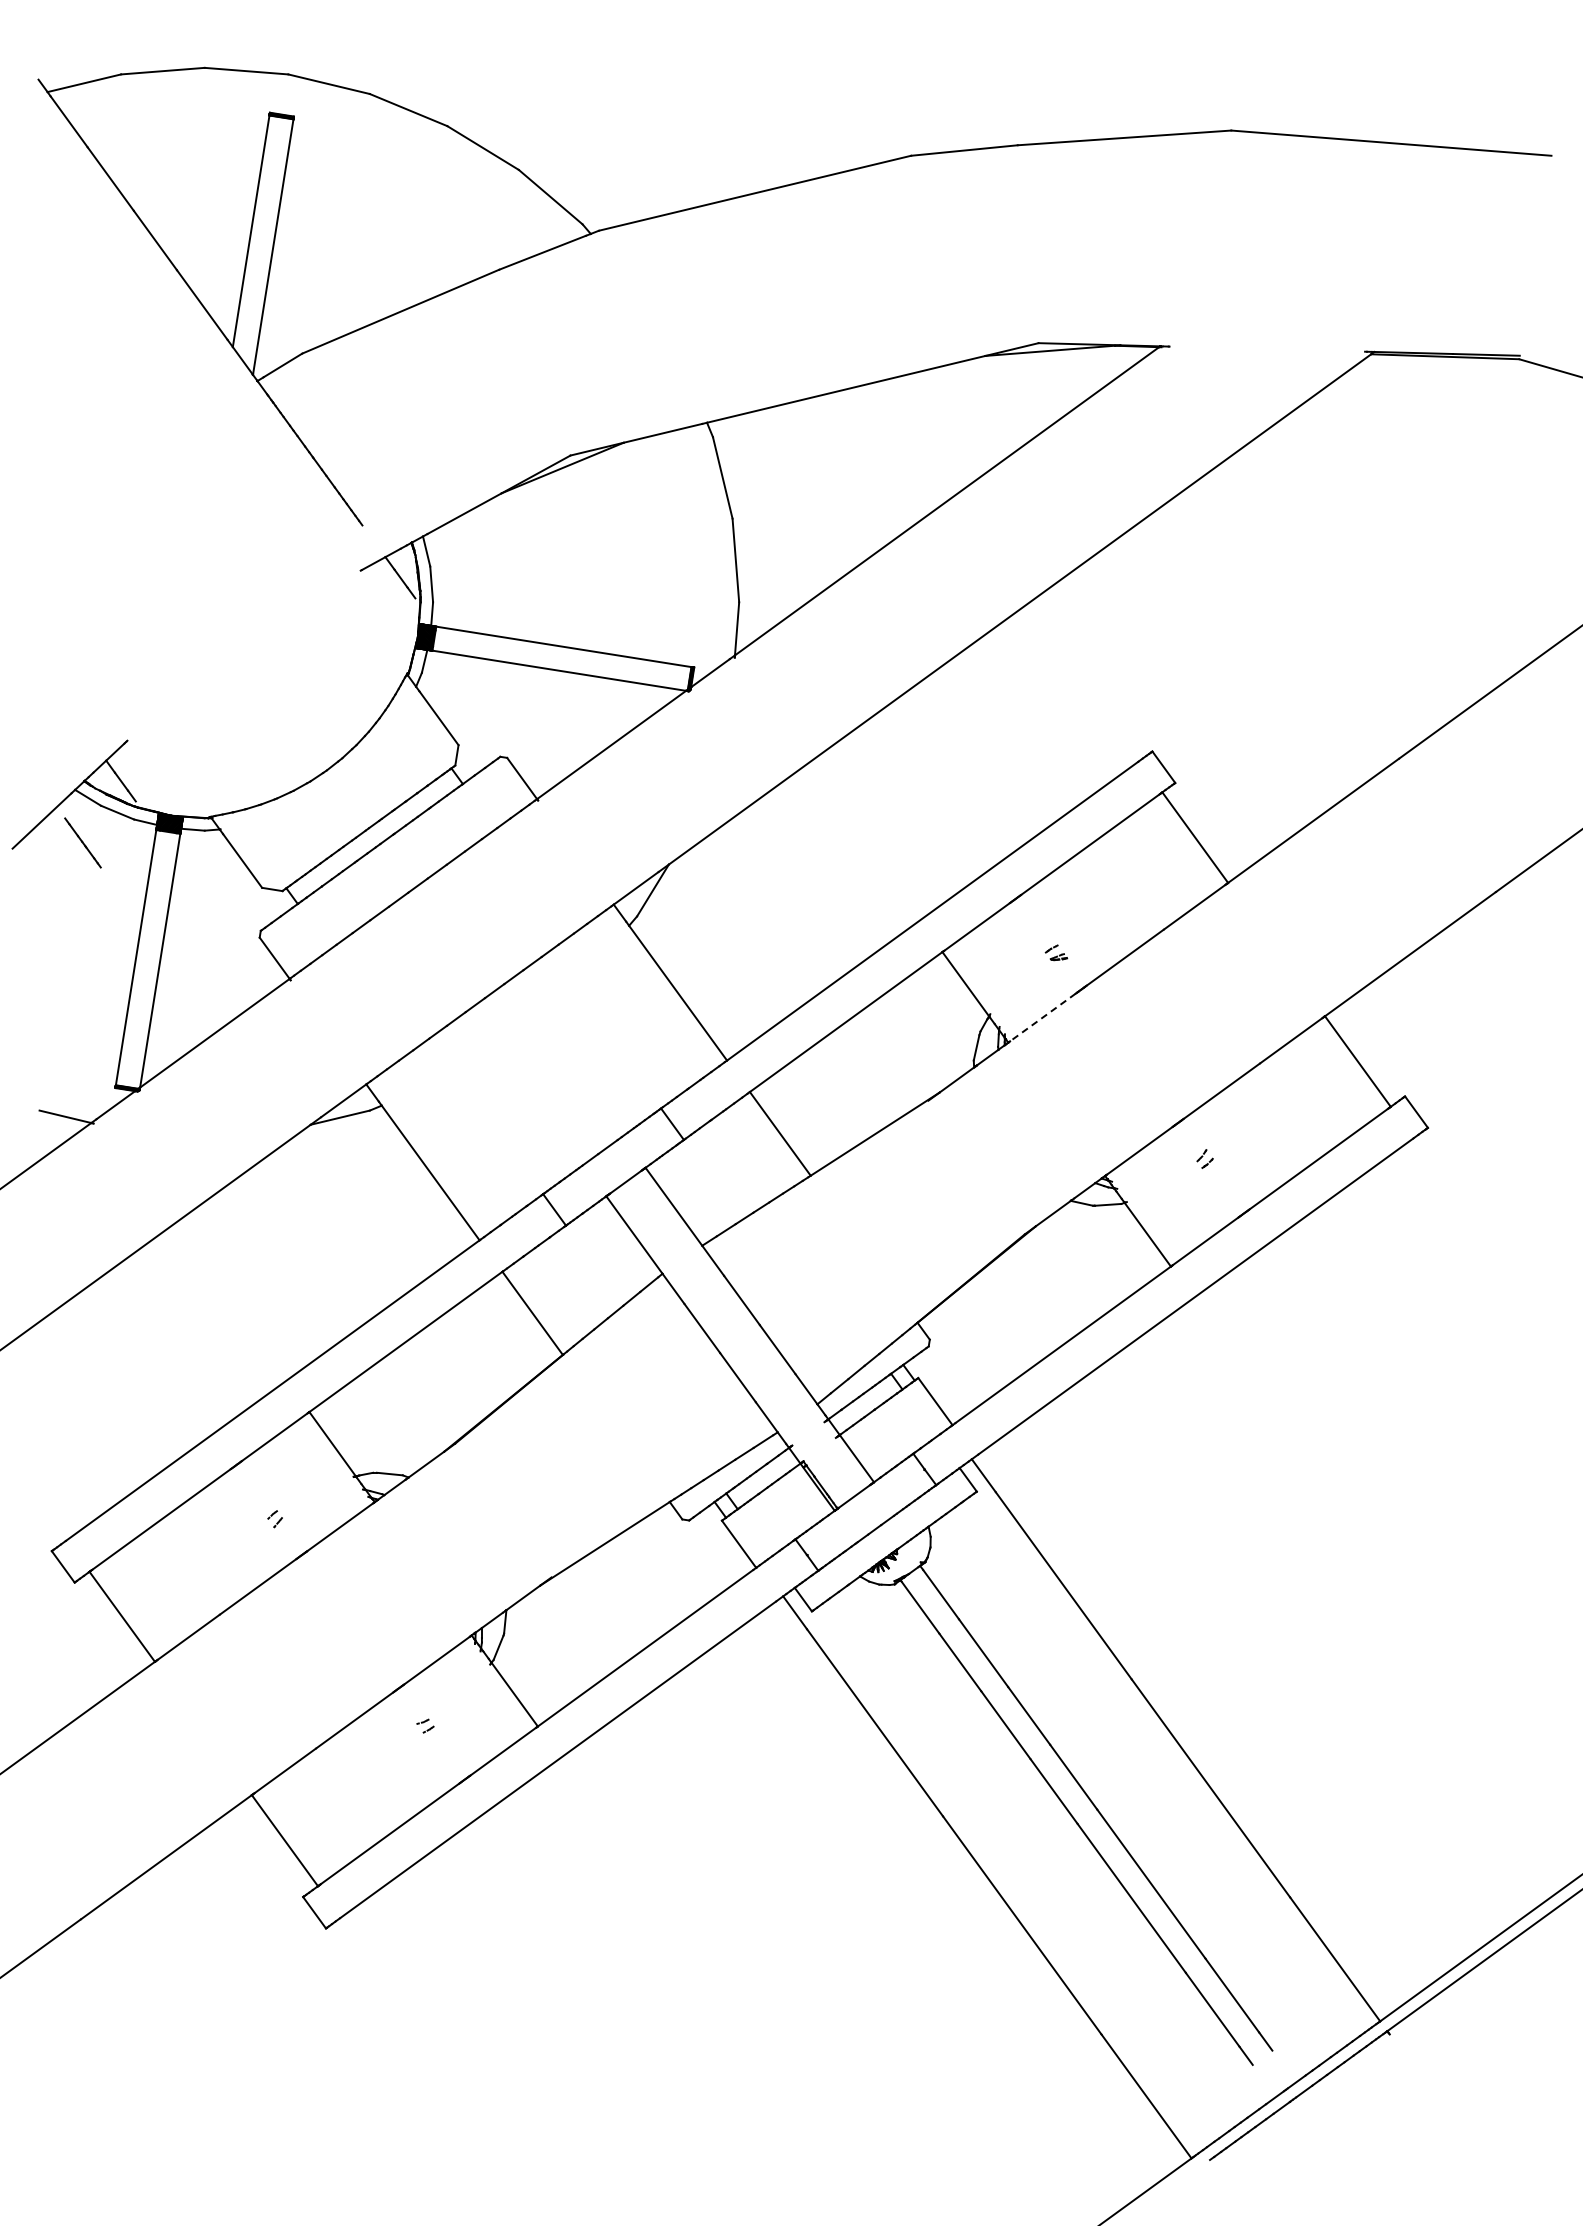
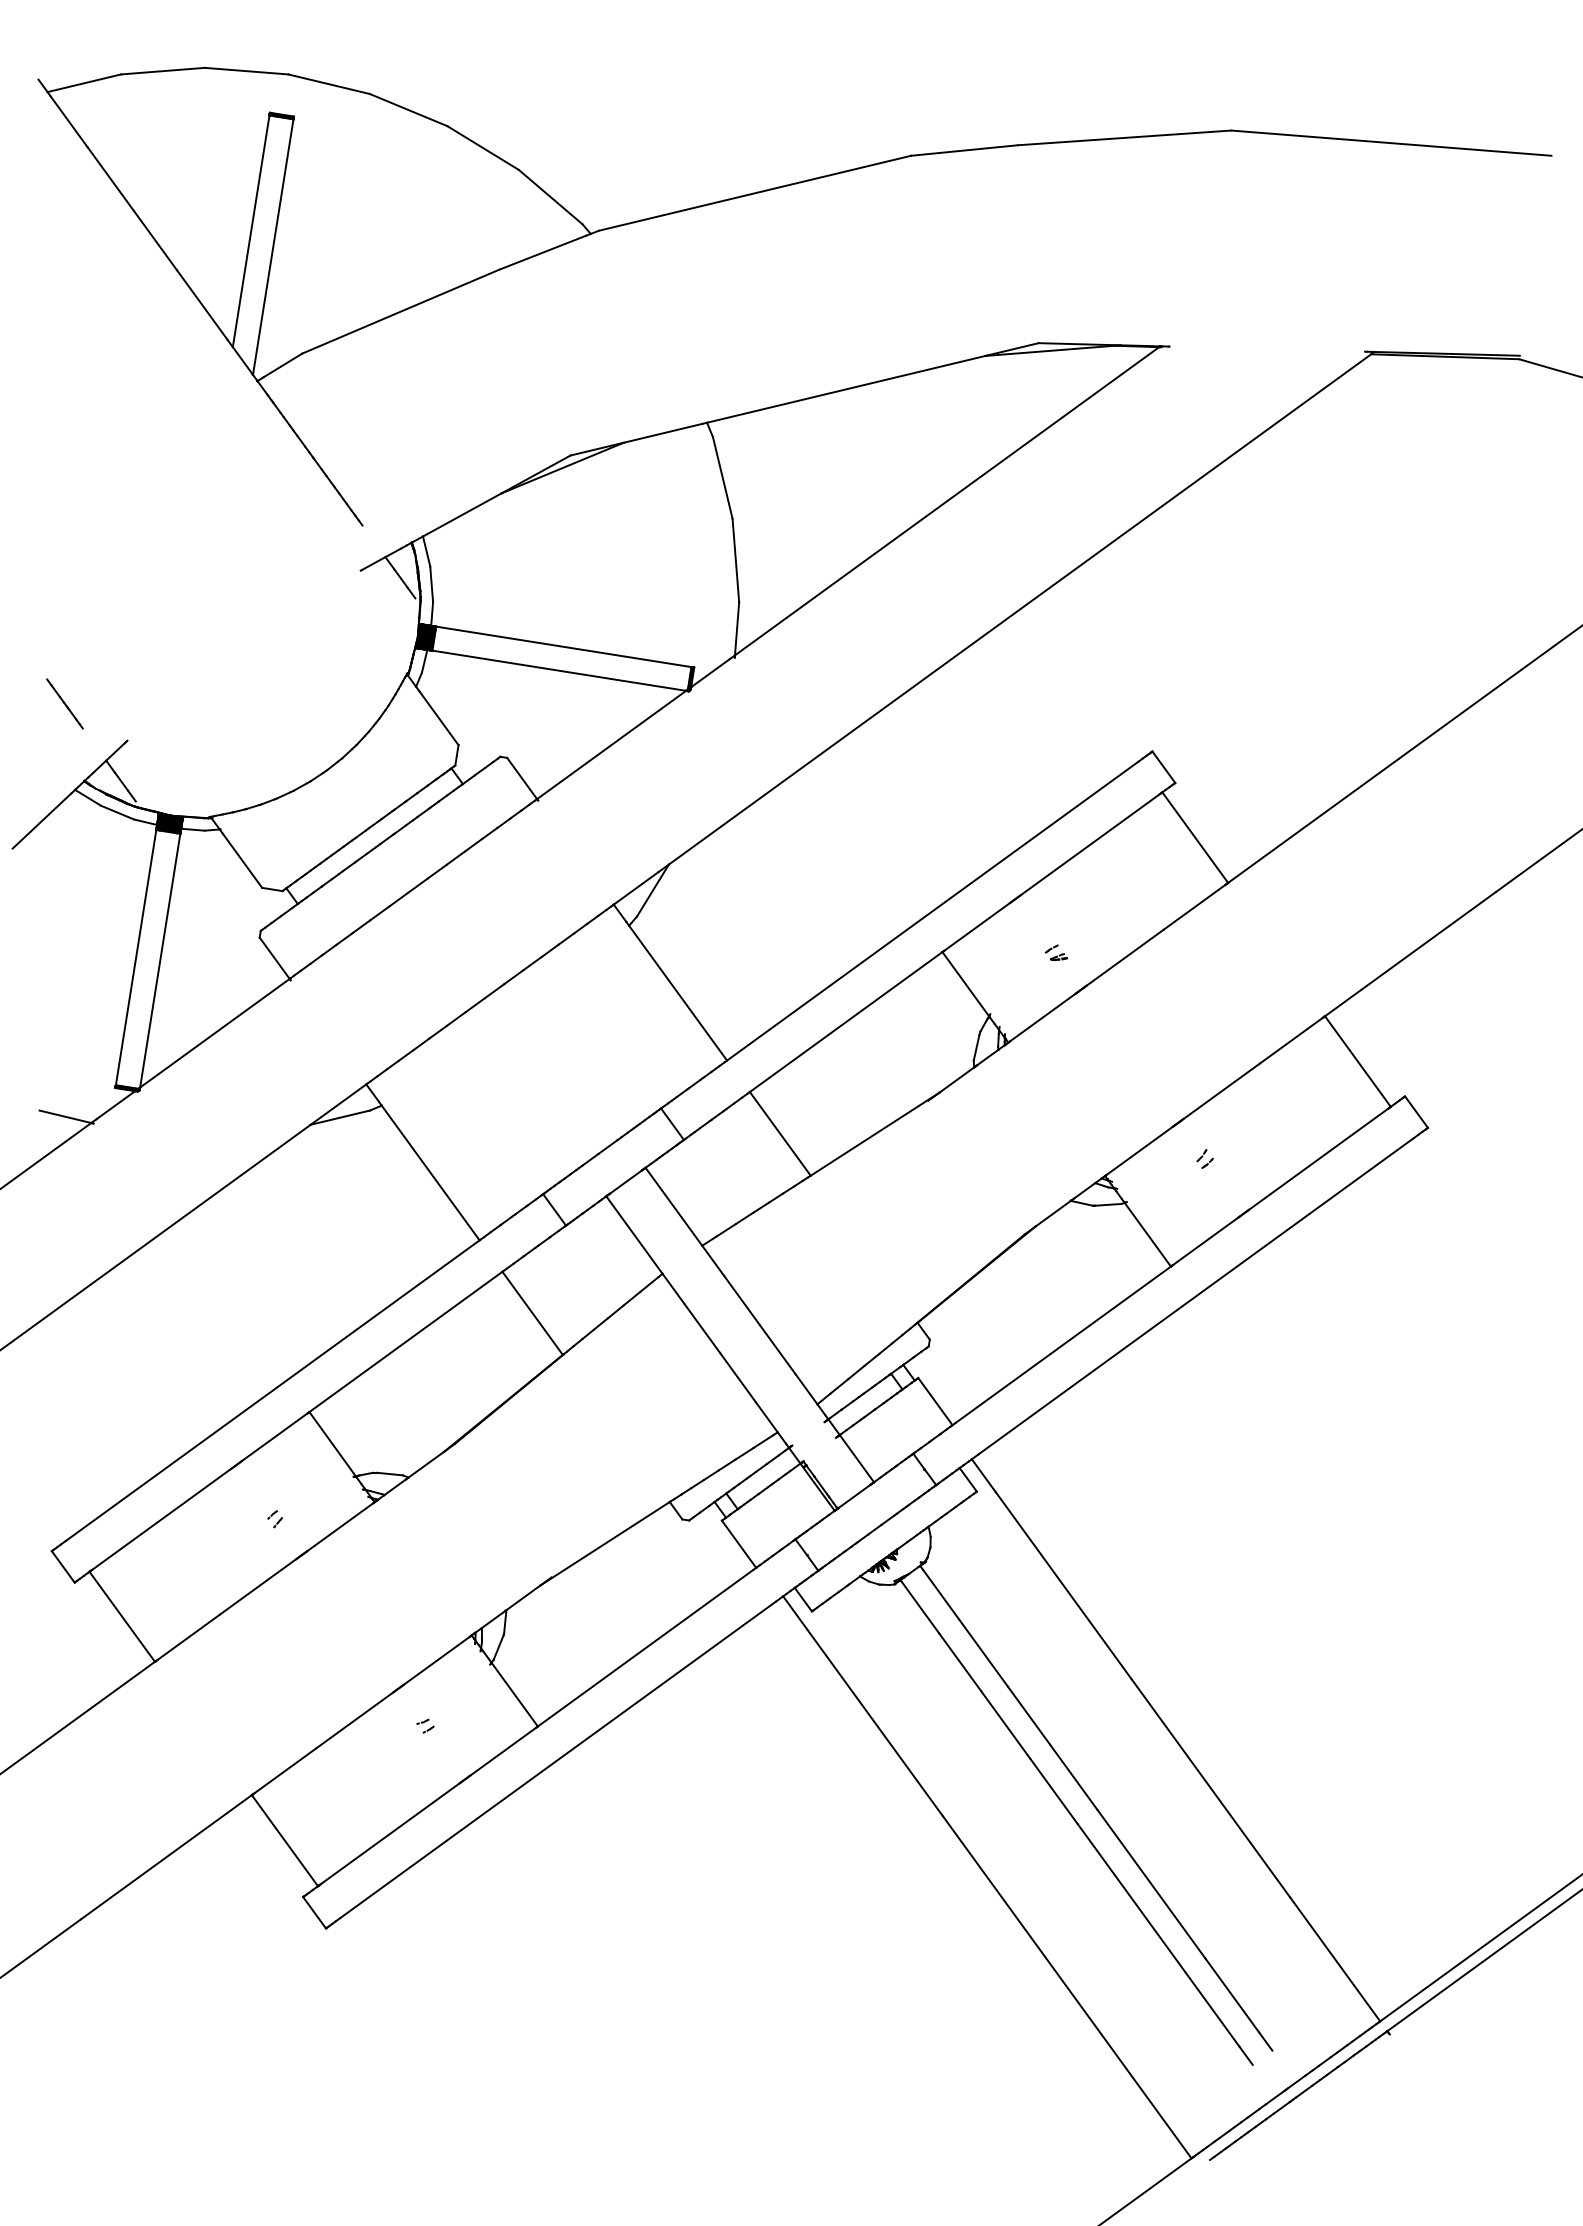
line at (82, 842) position: (82, 842) -> (64, 703)
line at (1042, 1017): dashed -> solid
